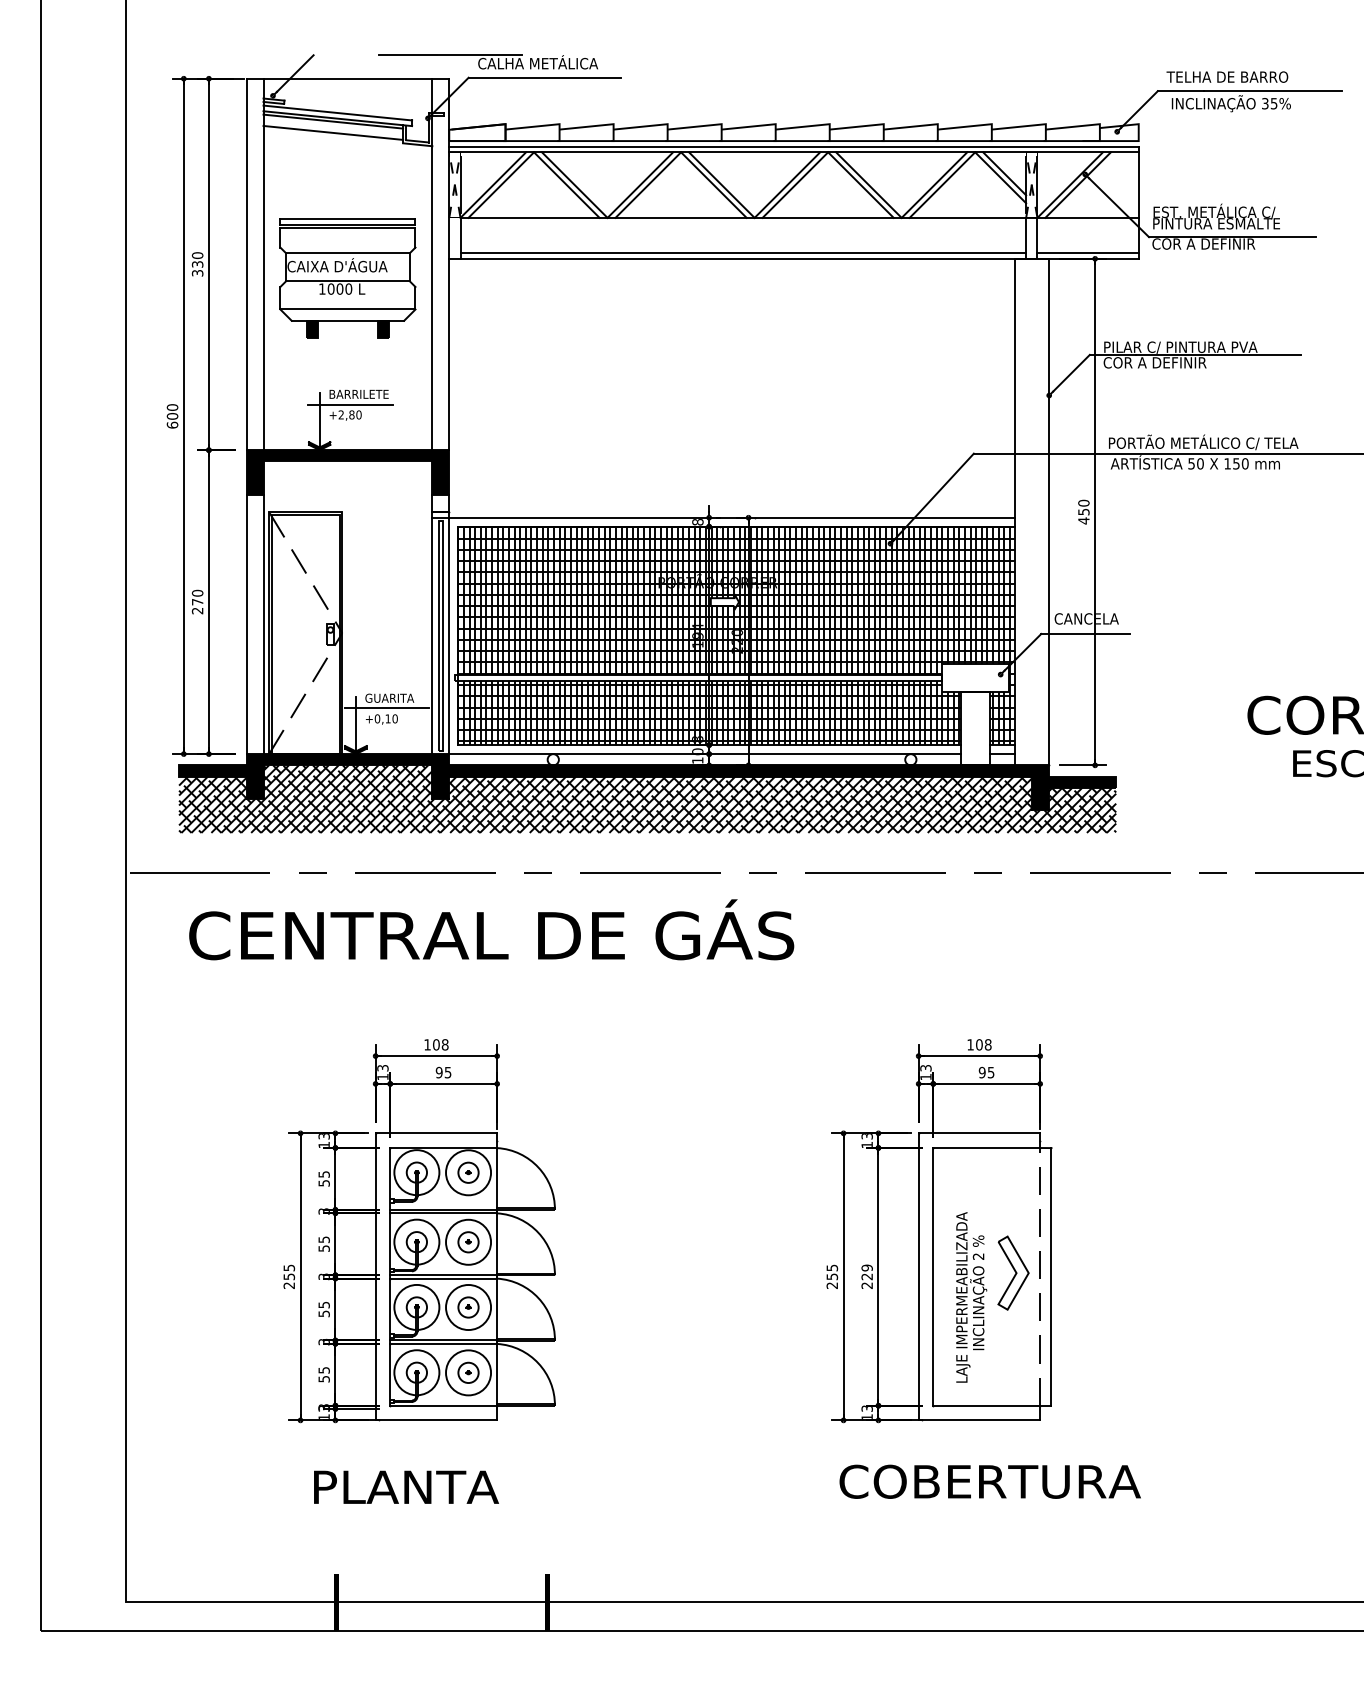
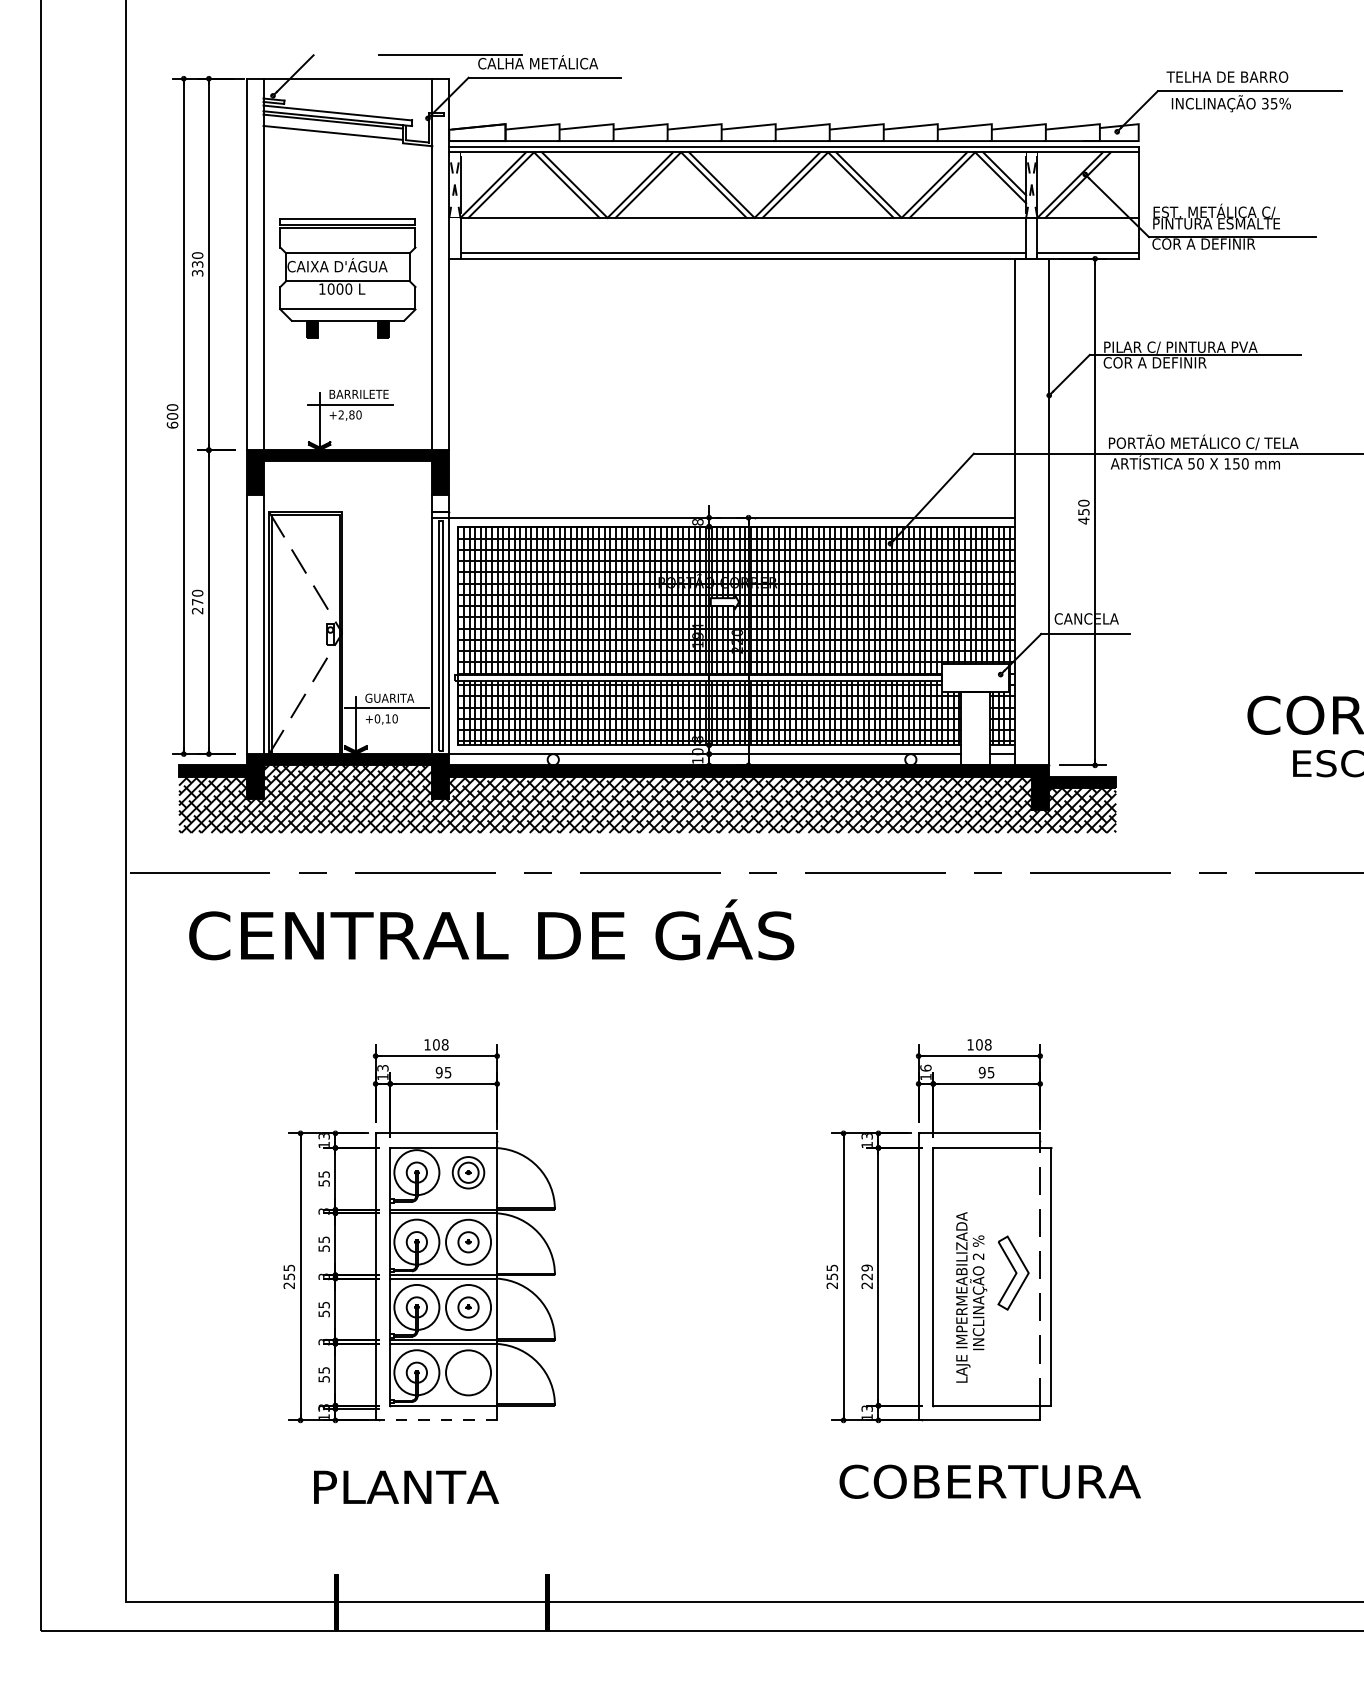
text at (925, 1067): 13 -> 16
circle at (468, 1172) diameter: 45 px -> 32 px
part at (468, 1372): present -> none
line at (436, 1420): solid -> dashed
